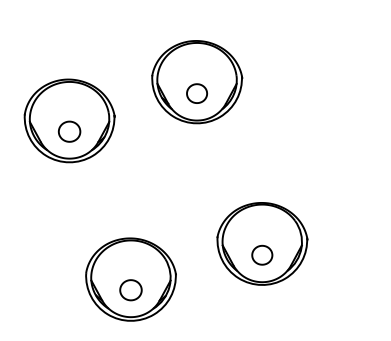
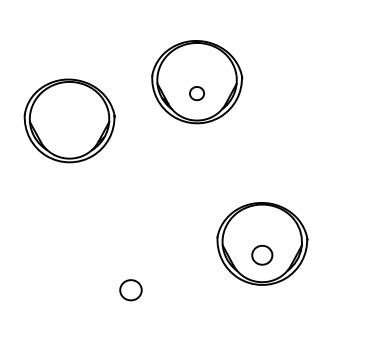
part at (196, 93) size: 22x21 px -> 16x16 px
part at (69, 131): present -> none
part at (130, 279): present -> none
